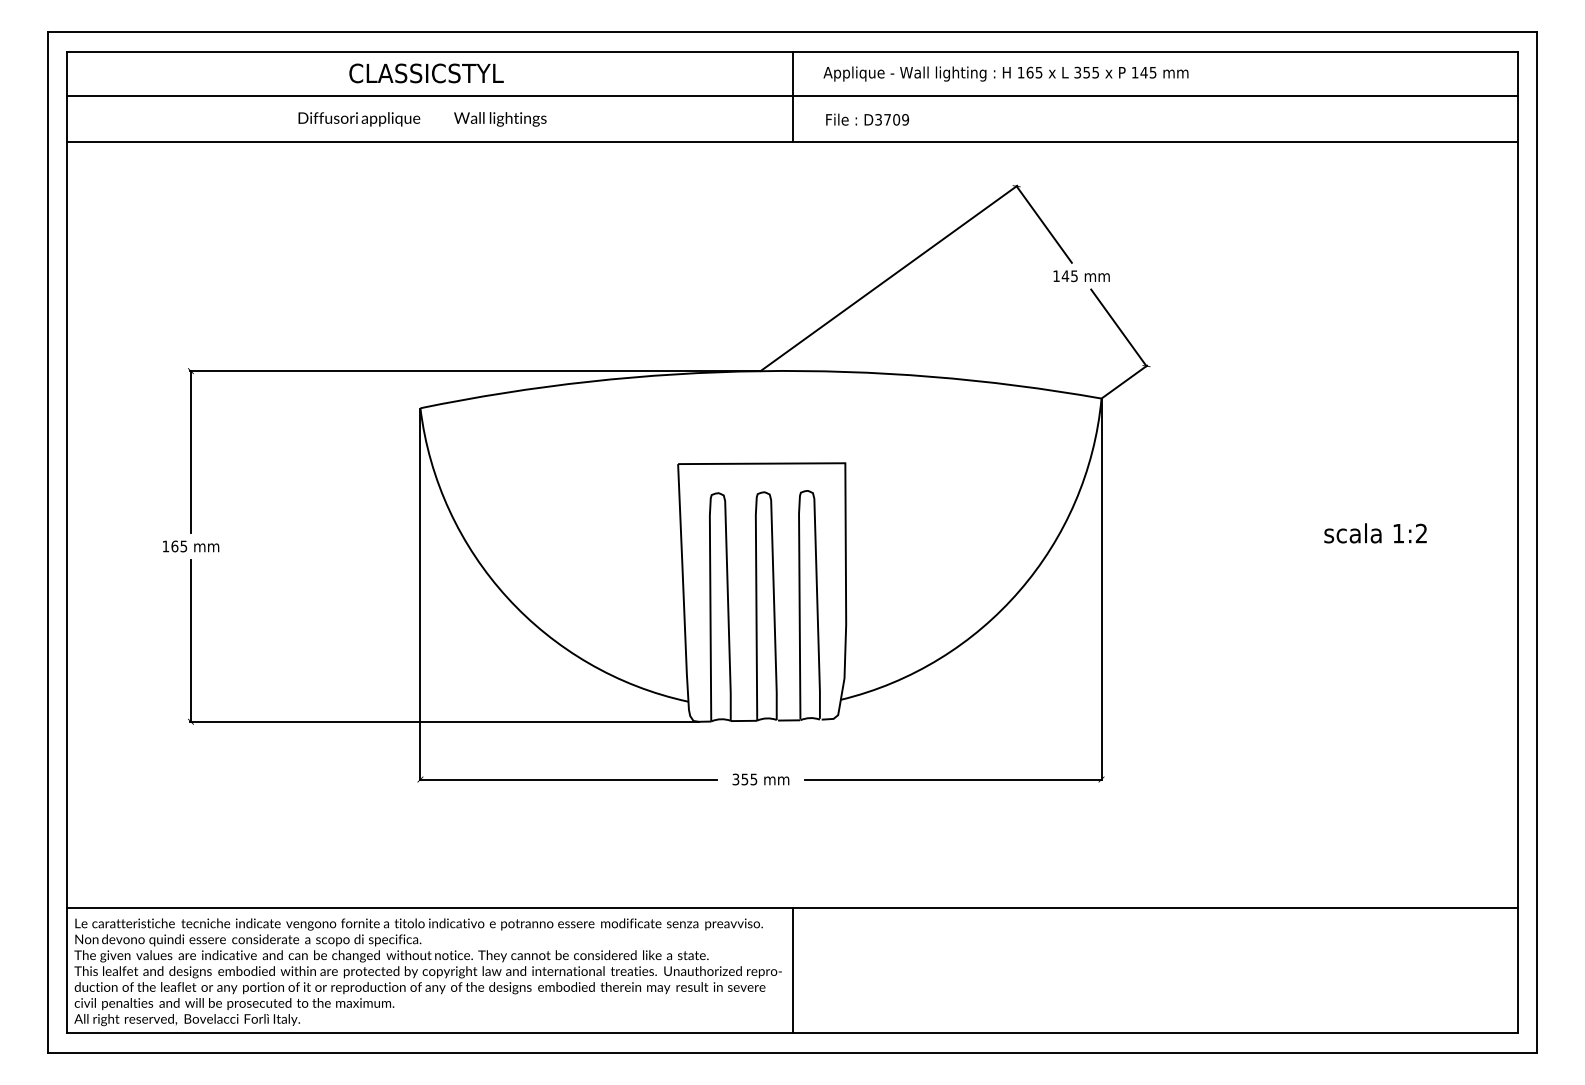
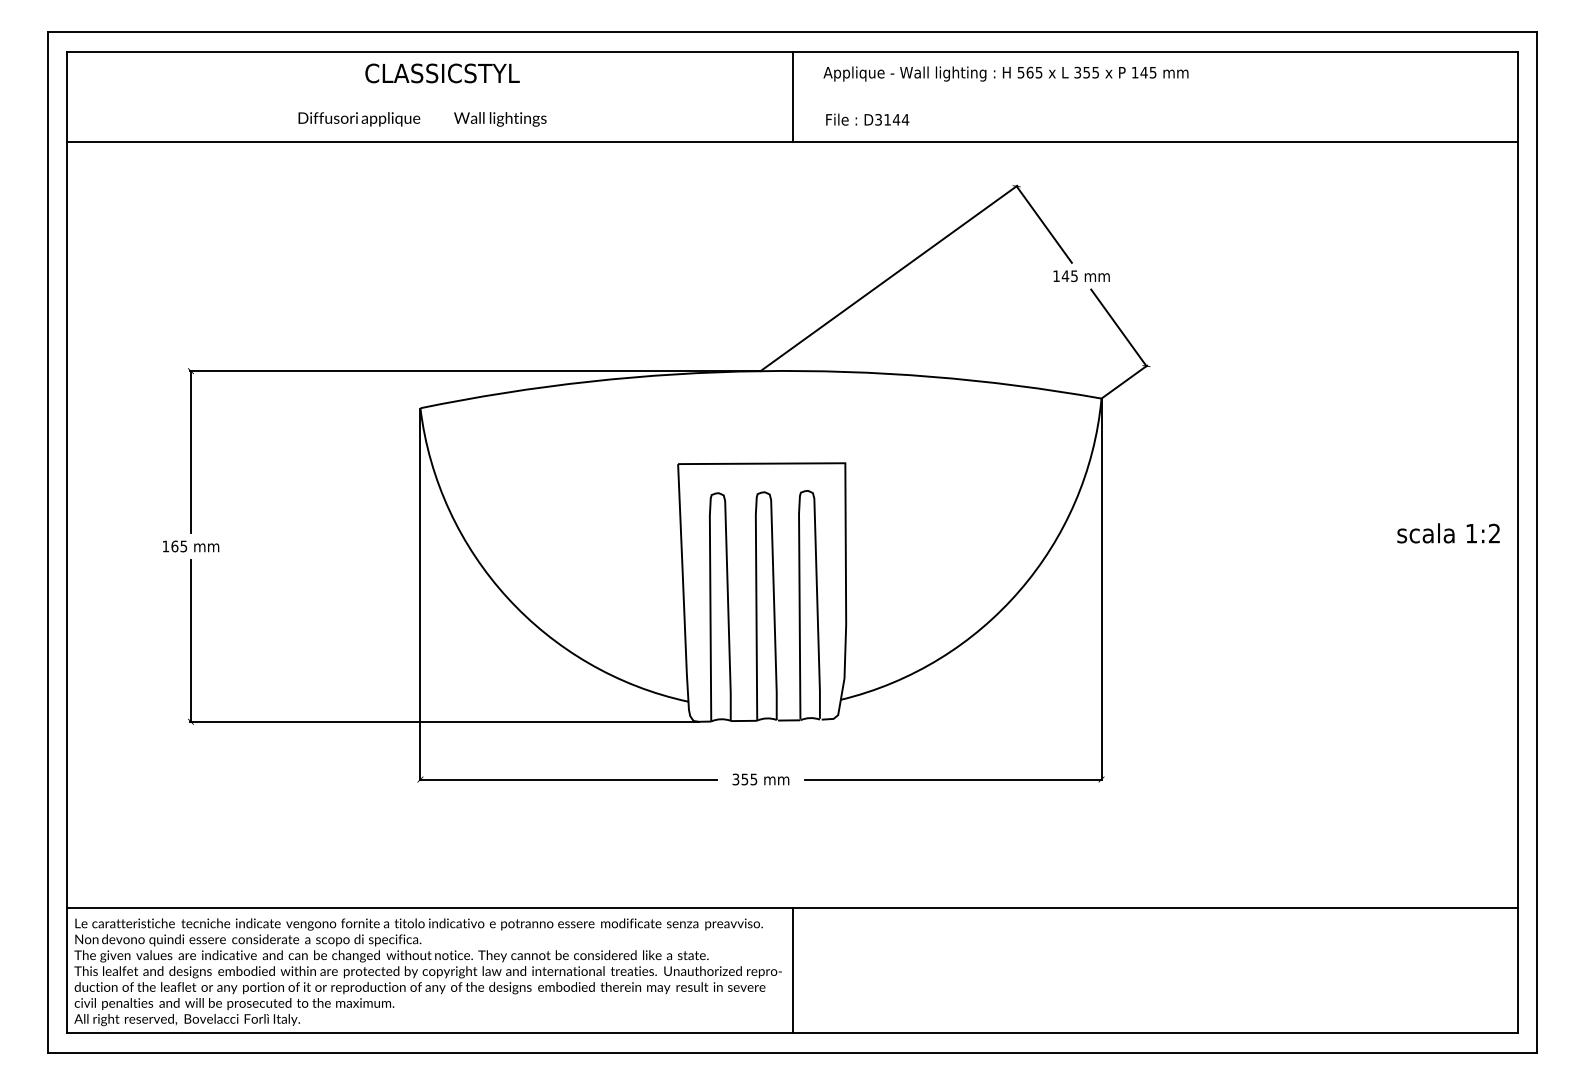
text at (1020, 72): 165 -> 565
text at (426, 73) position: (426, 73) -> (442, 73)
line at (792, 95): present -> none
text at (896, 119): D3709 -> D3144
text at (1375, 533) position: (1375, 533) -> (1448, 533)
